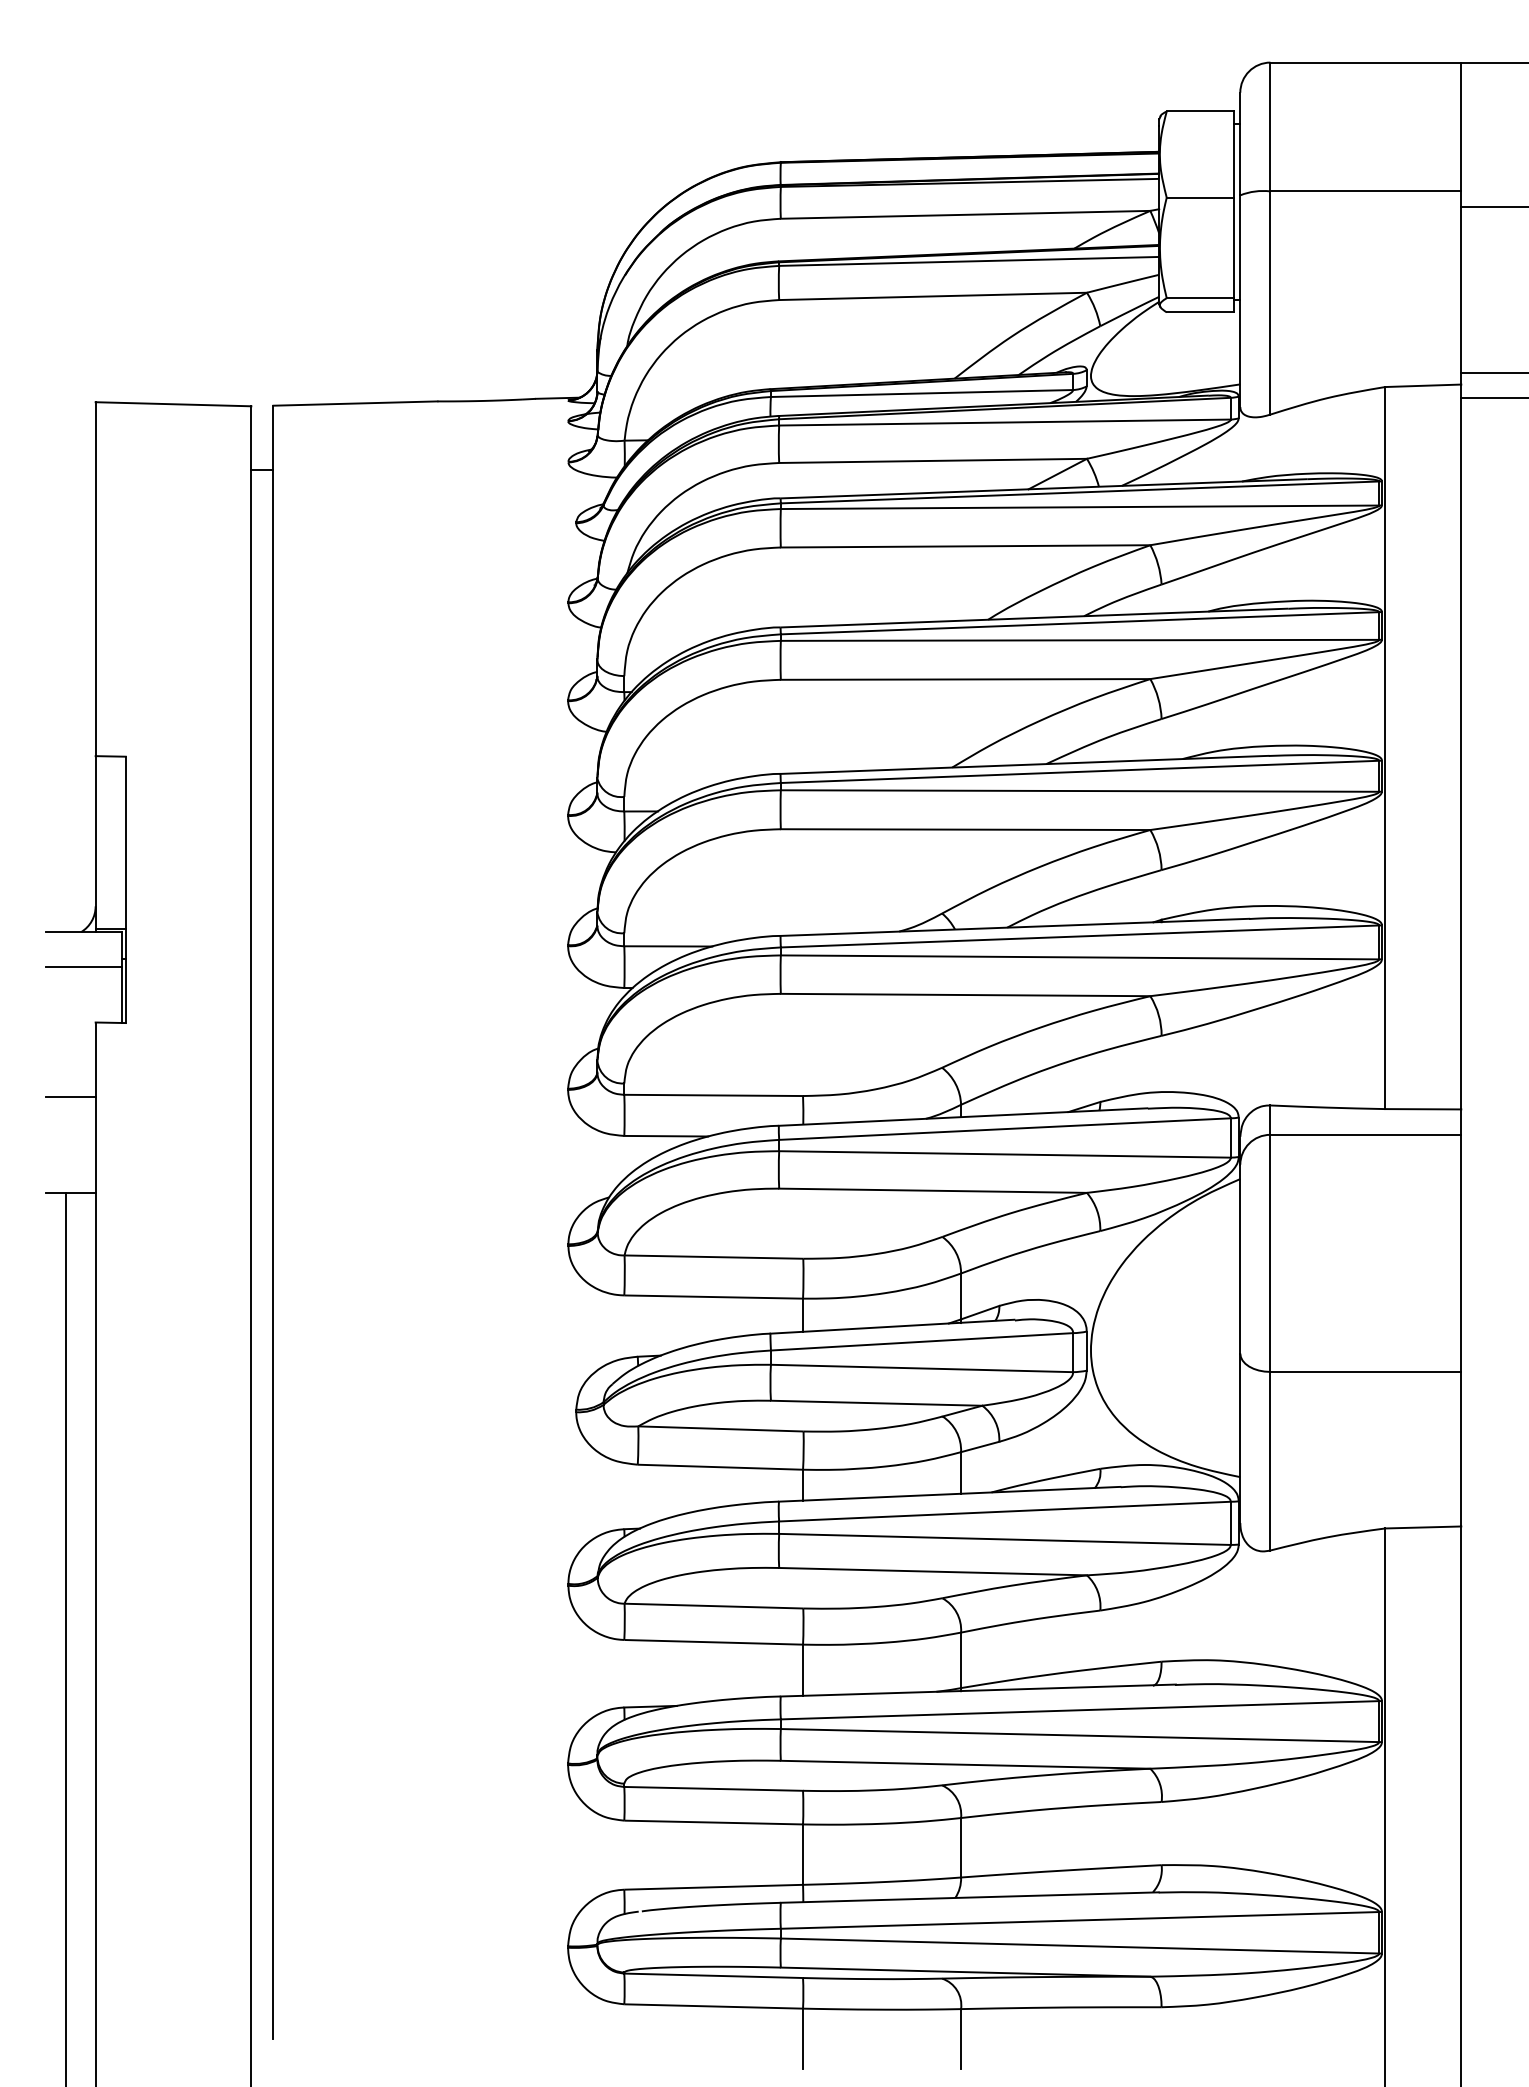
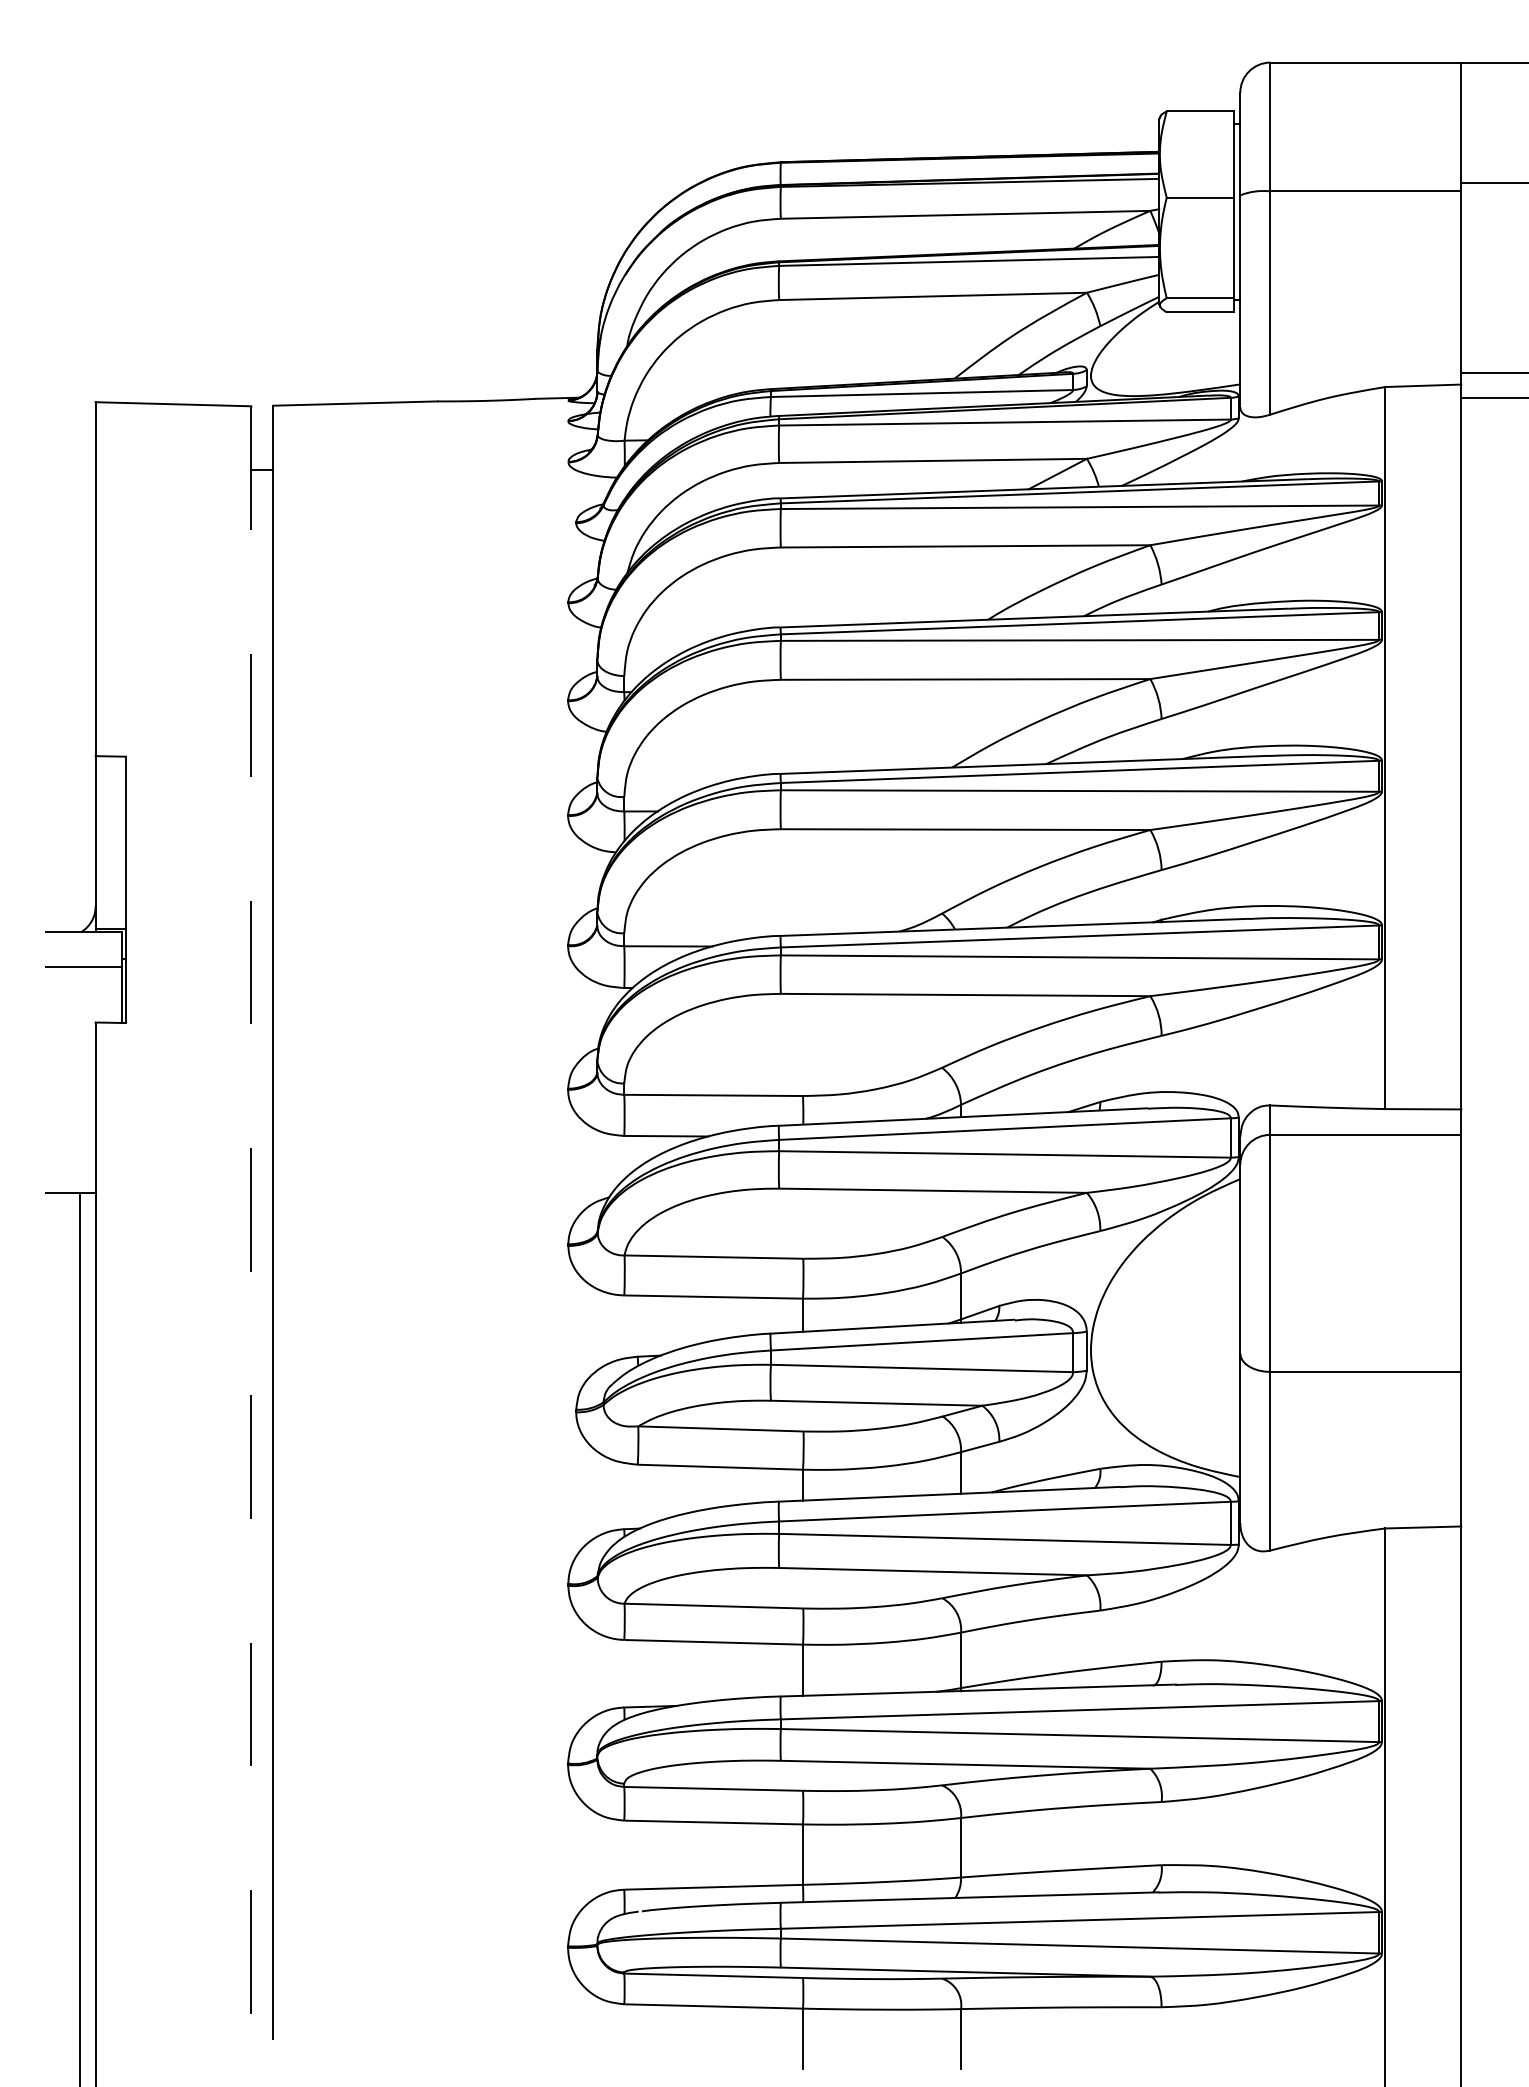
line at (1493, 206) position: (1493, 206) -> (1493, 182)
line at (70, 1097): present -> none
line at (251, 1247): solid -> dashed
line at (66, 1637) position: (66, 1637) -> (80, 1637)
